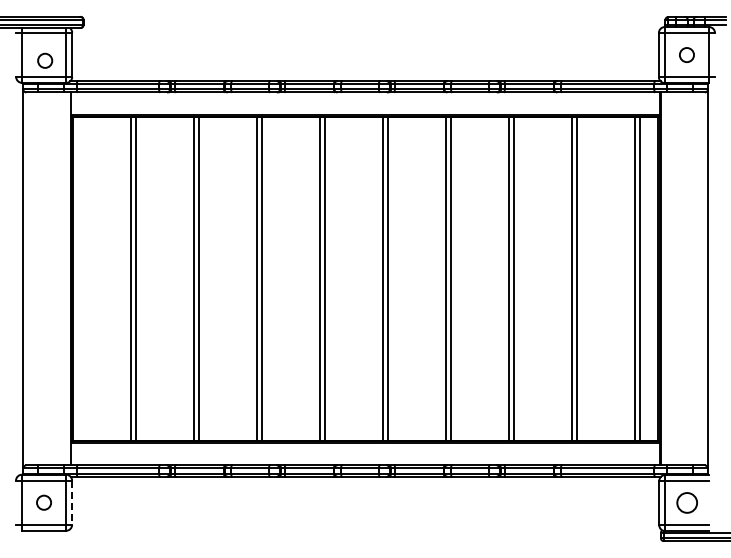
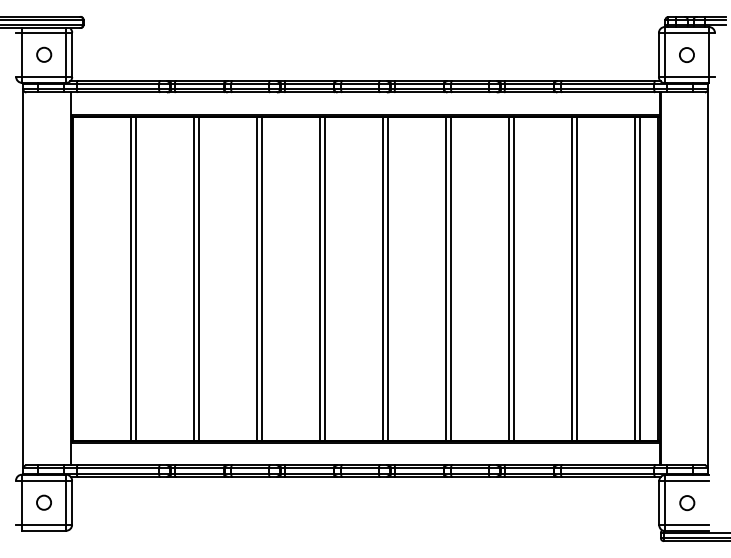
circle at (45, 60) position: (45, 60) -> (44, 54)
circle at (686, 502) size: 22x22 px -> 17x17 px
line at (72, 503): dashed -> solid
